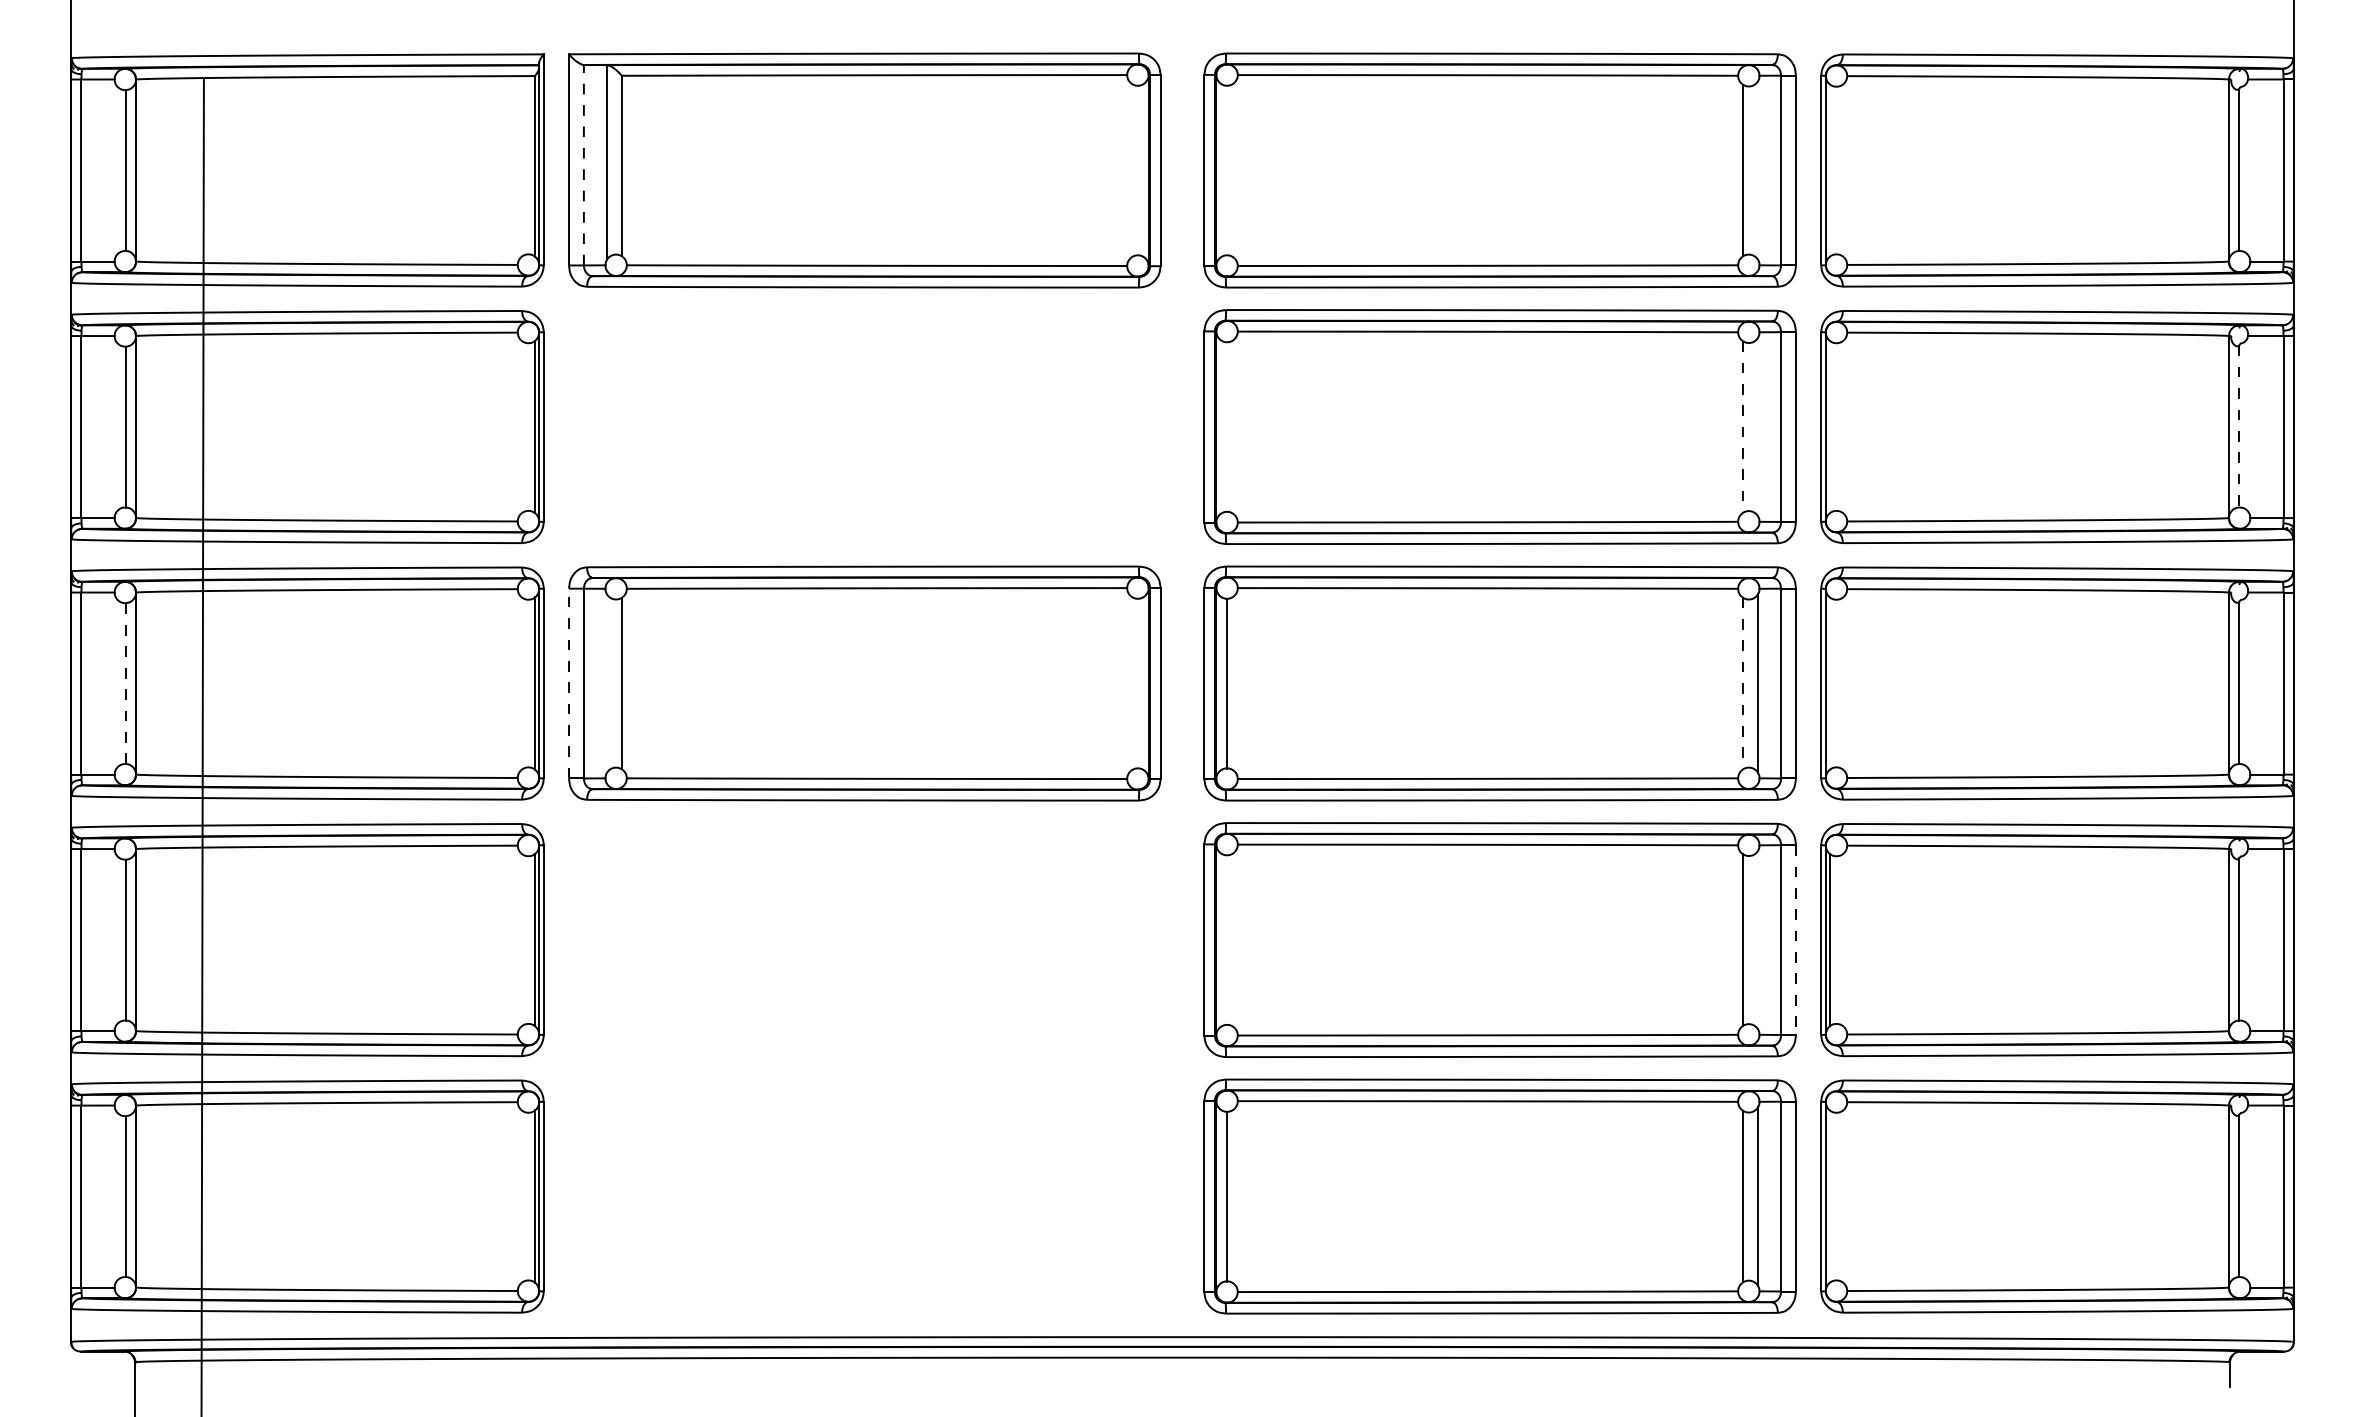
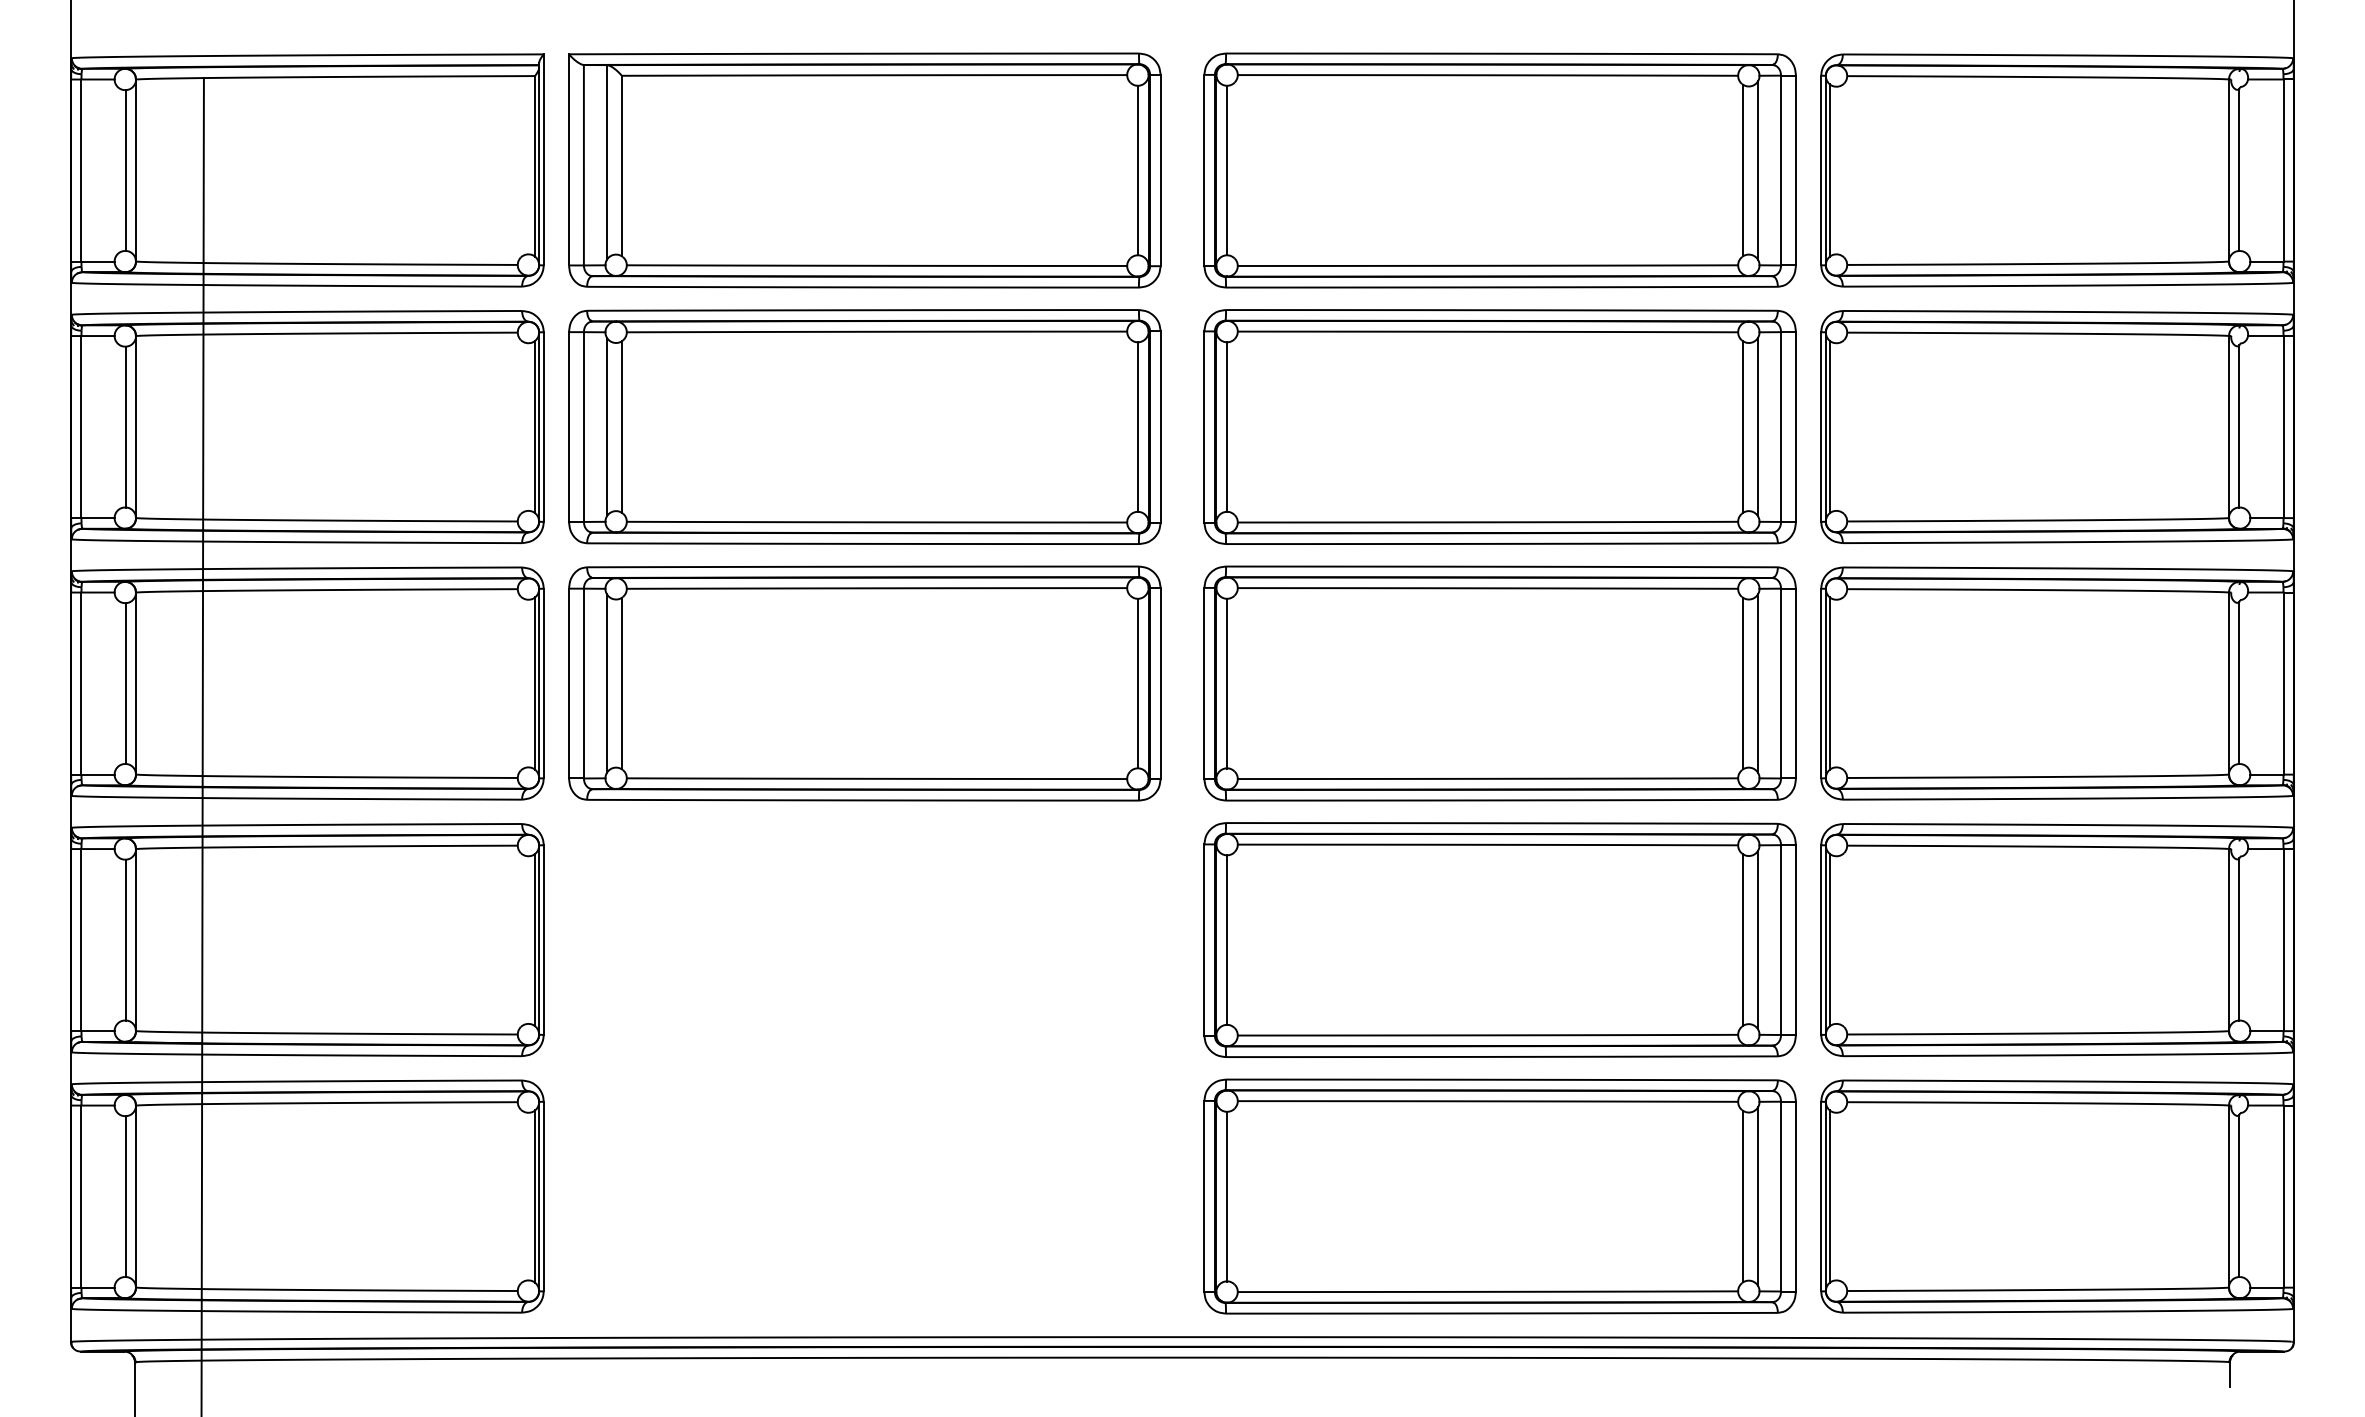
line at (583, 164): dashed -> solid
line at (1138, 170): none -> present
line at (1226, 170): none -> present
line at (1757, 170): none -> present
line at (1829, 170): none -> present
part at (864, 426): none -> present
line at (1743, 426): dashed -> solid
line at (1757, 426): none -> present
line at (1829, 426): none -> present
line at (1226, 427): none -> present
line at (2239, 427): dashed -> solid
line at (125, 683): dashed -> solid
line at (569, 683): dashed -> solid
line at (607, 683): none -> present
line at (1138, 683): none -> present
line at (1743, 683): dashed -> solid
line at (1829, 683): none -> present
line at (1757, 939): none -> present
line at (1226, 940): none -> present
line at (1795, 940): dashed -> solid
line at (1829, 1196): none -> present
